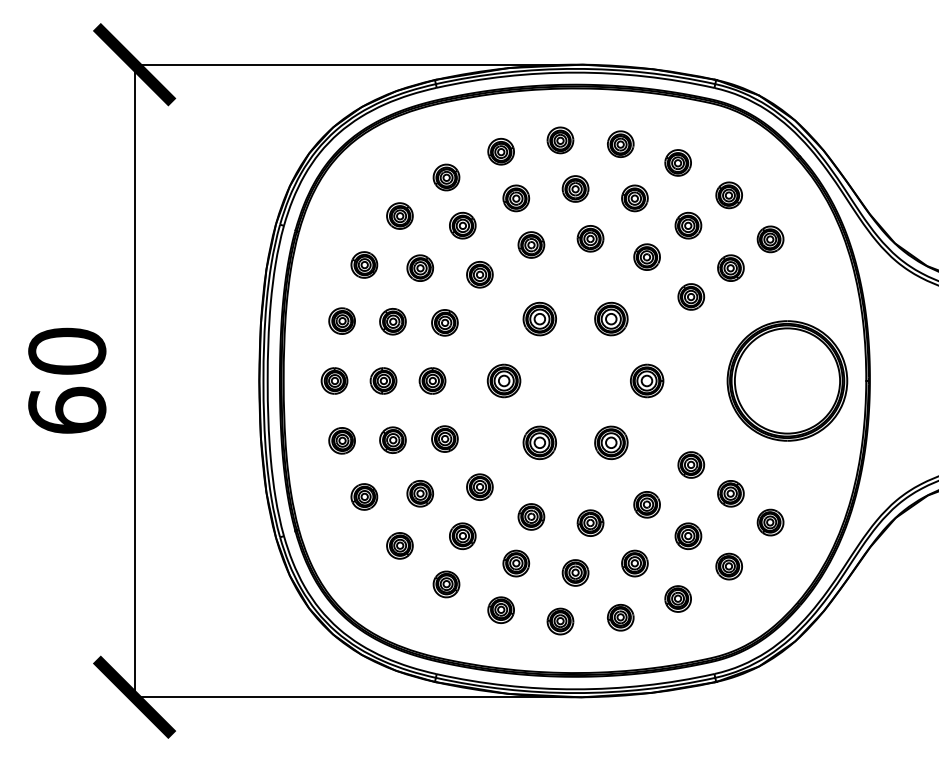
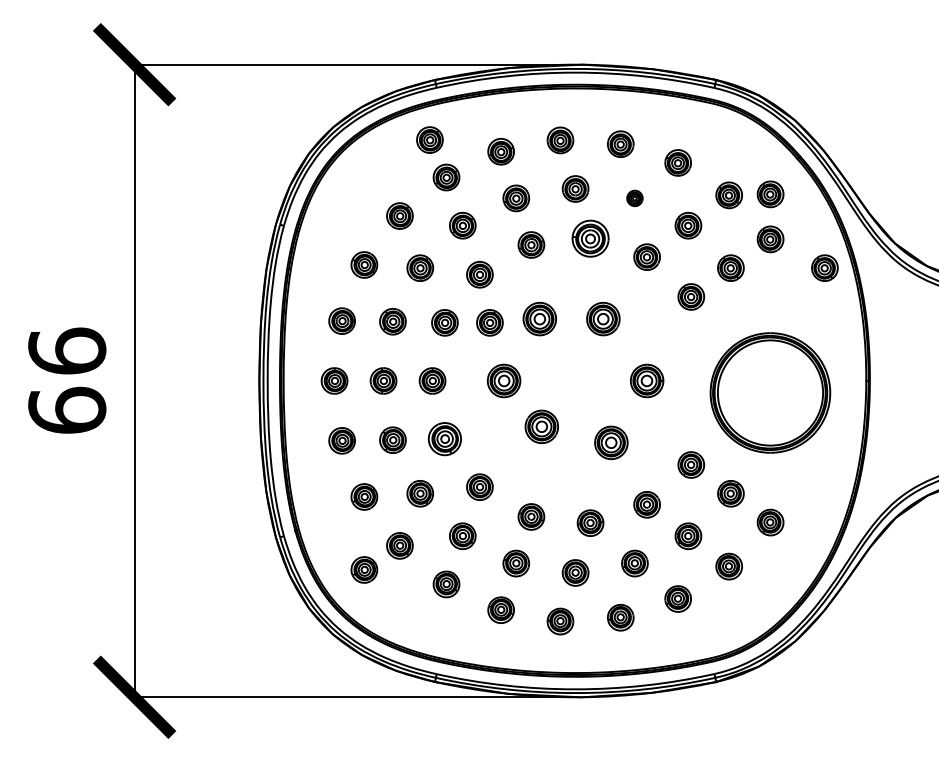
part at (429, 139): none -> present
part at (770, 194): none -> present
part at (634, 198) size: 28x29 px -> 18x18 px
part at (590, 238) size: 29x28 px -> 39x39 px
part at (824, 267): none -> present
part at (611, 318) position: (611, 318) -> (603, 318)
part at (489, 322): none -> present
text at (67, 350): 60 -> 66
part at (787, 380) position: (787, 380) -> (770, 392)
part at (444, 438) size: 28x28 px -> 35x35 px
part at (539, 442) position: (539, 442) -> (541, 426)
part at (364, 569): none -> present
